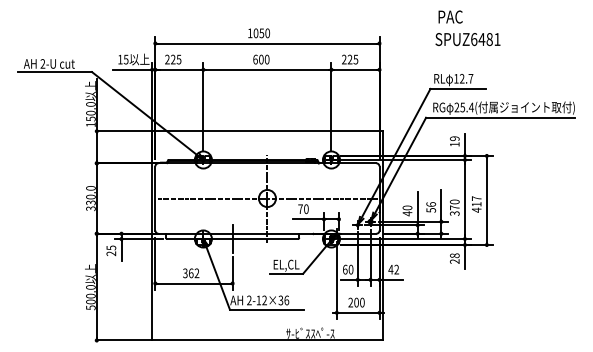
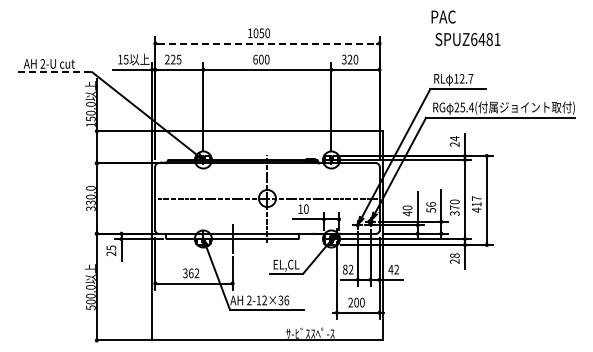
text at (450, 16) position: (450, 16) -> (443, 16)
line at (267, 43): solid -> dashed
text at (350, 59): 225 -> 320
line at (55, 72): solid -> dashed
text at (454, 141): 19 -> 24
text at (300, 208): 70 -> 10
text at (348, 269): 60 -> 82
